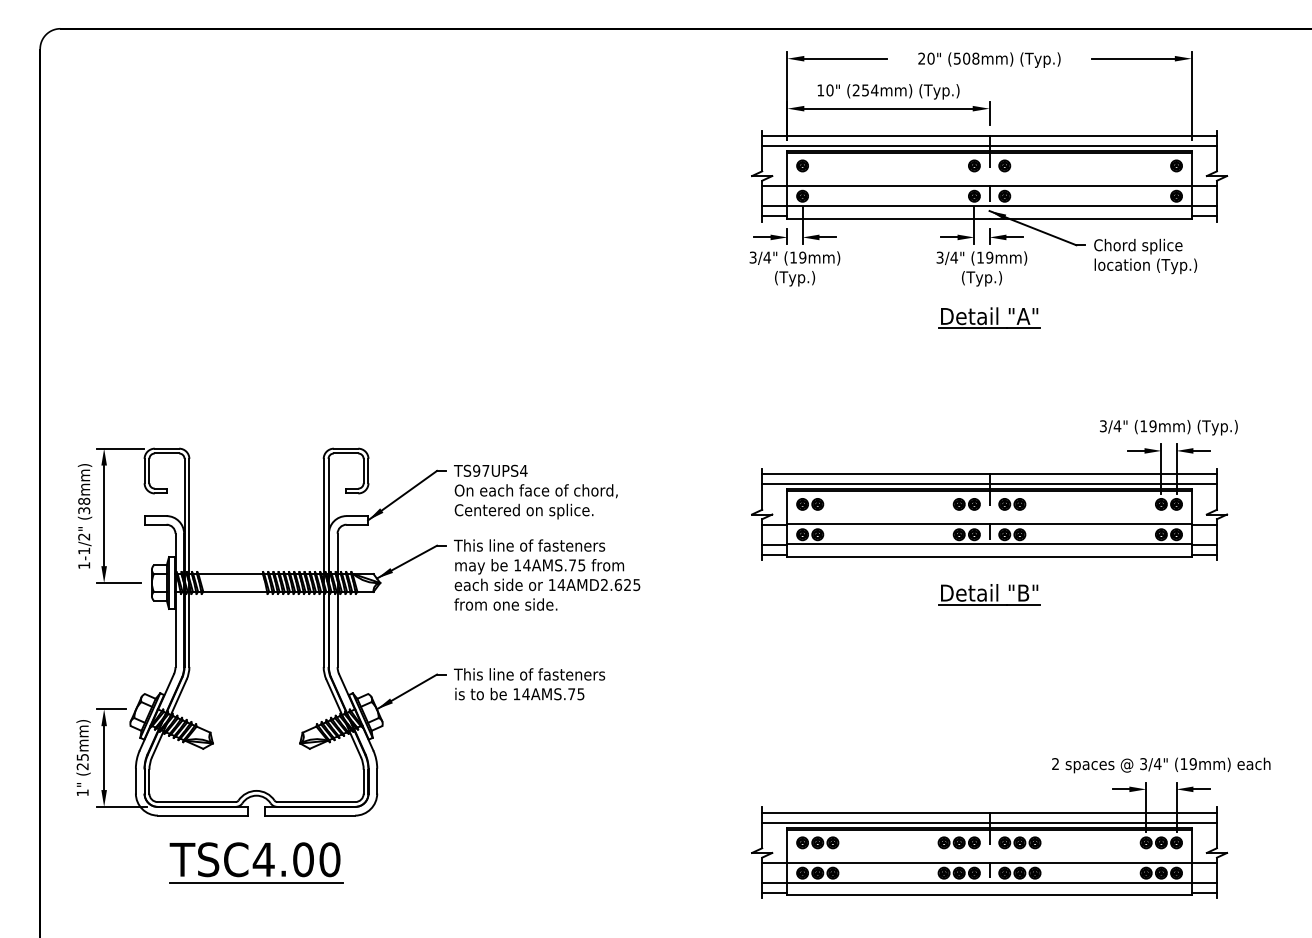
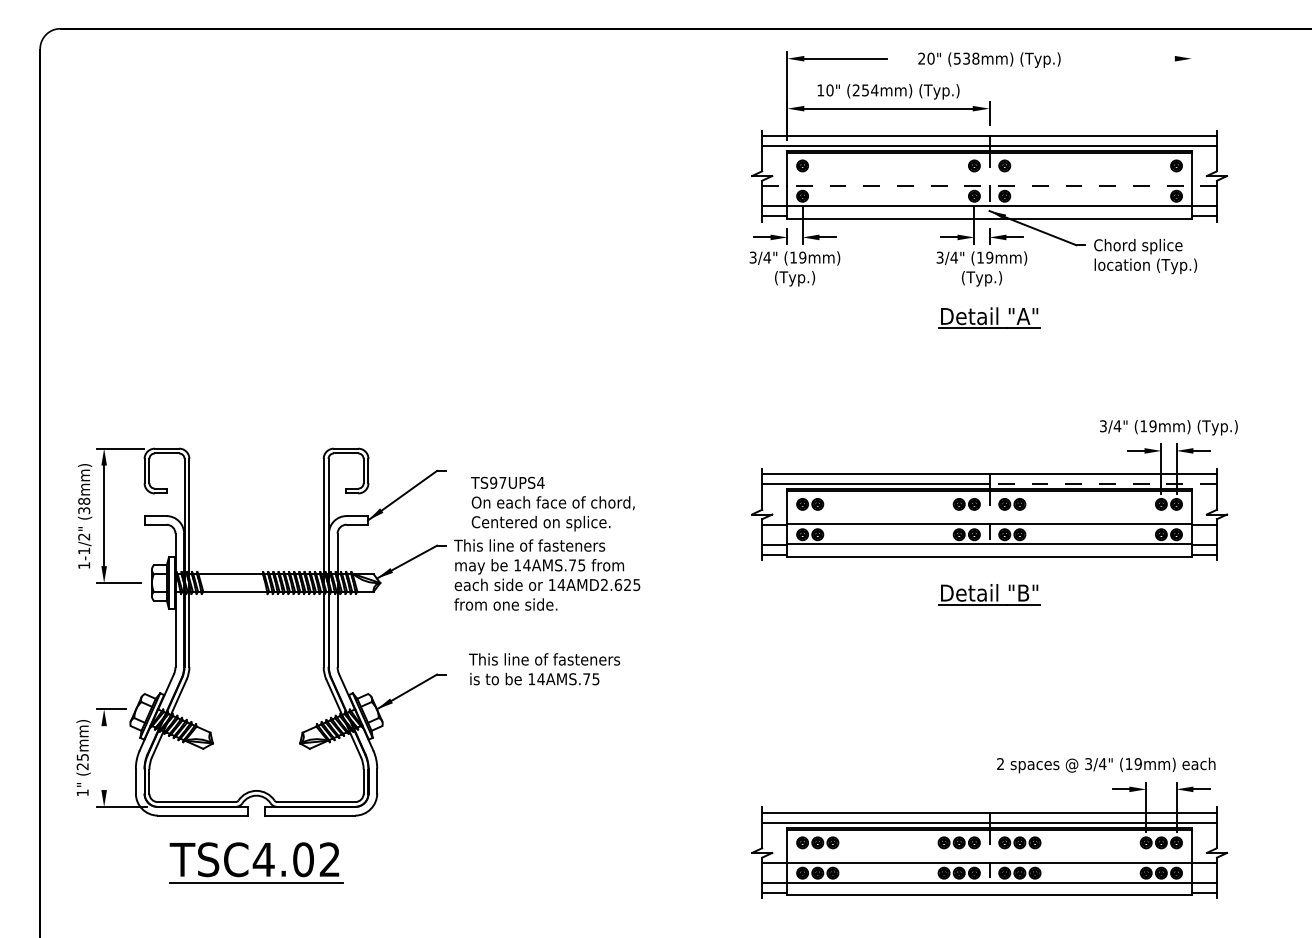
text at (966, 58): (508mm) -> (538mm)
line at (1133, 58): present -> none
line at (1191, 95): present -> none
line at (990, 186): solid -> dashed
line at (1103, 484): solid -> dashed
text at (535, 491) position: (535, 491) -> (552, 503)
text at (529, 684) position: (529, 684) -> (544, 669)
line at (104, 758): present -> none
text at (1161, 765) position: (1161, 765) -> (1106, 765)
text at (329, 859): TSC4.00 -> TSC4.02
